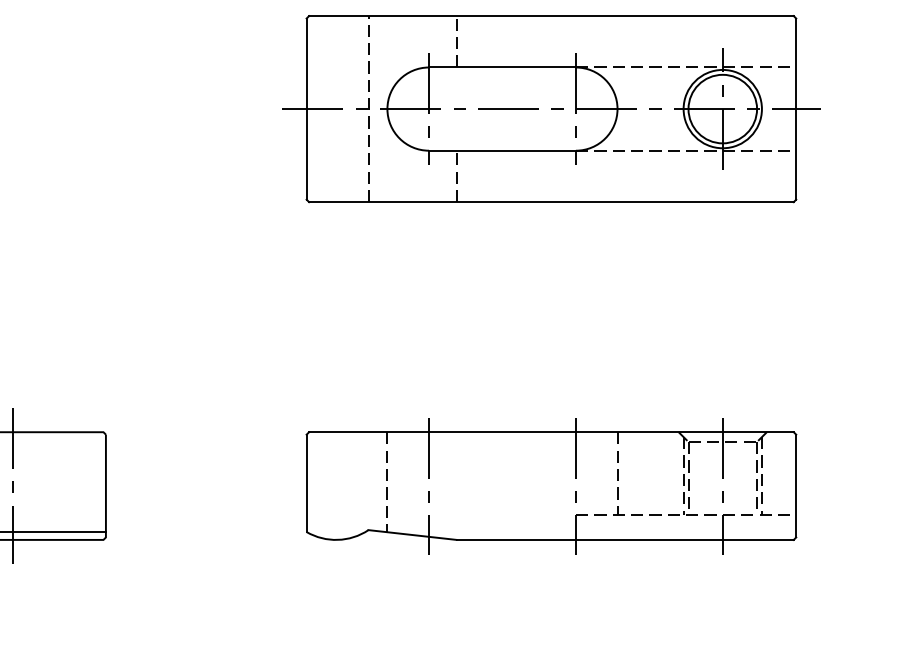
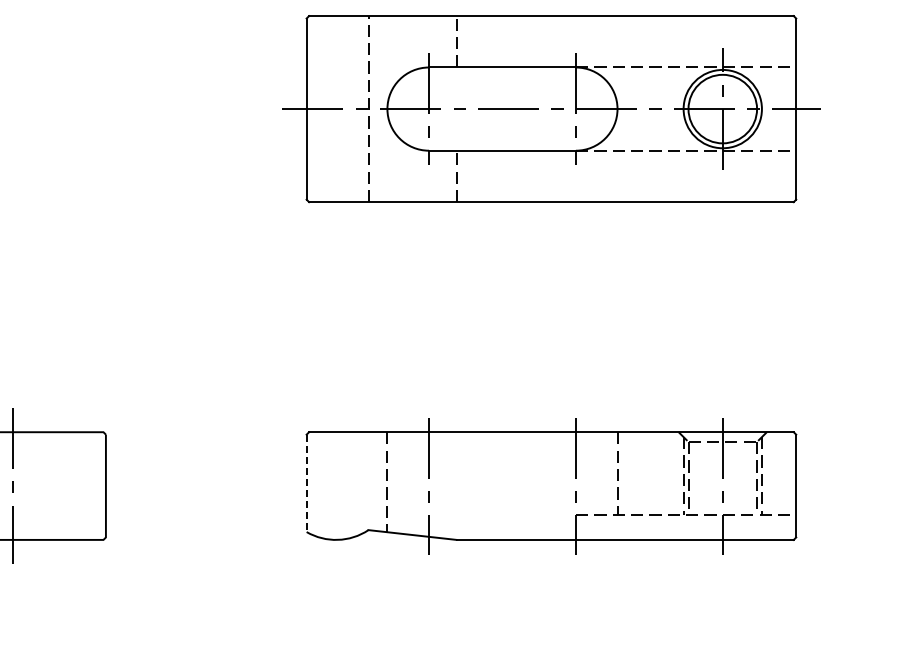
line at (306, 483): solid -> dashed
line at (53, 532): present -> none
